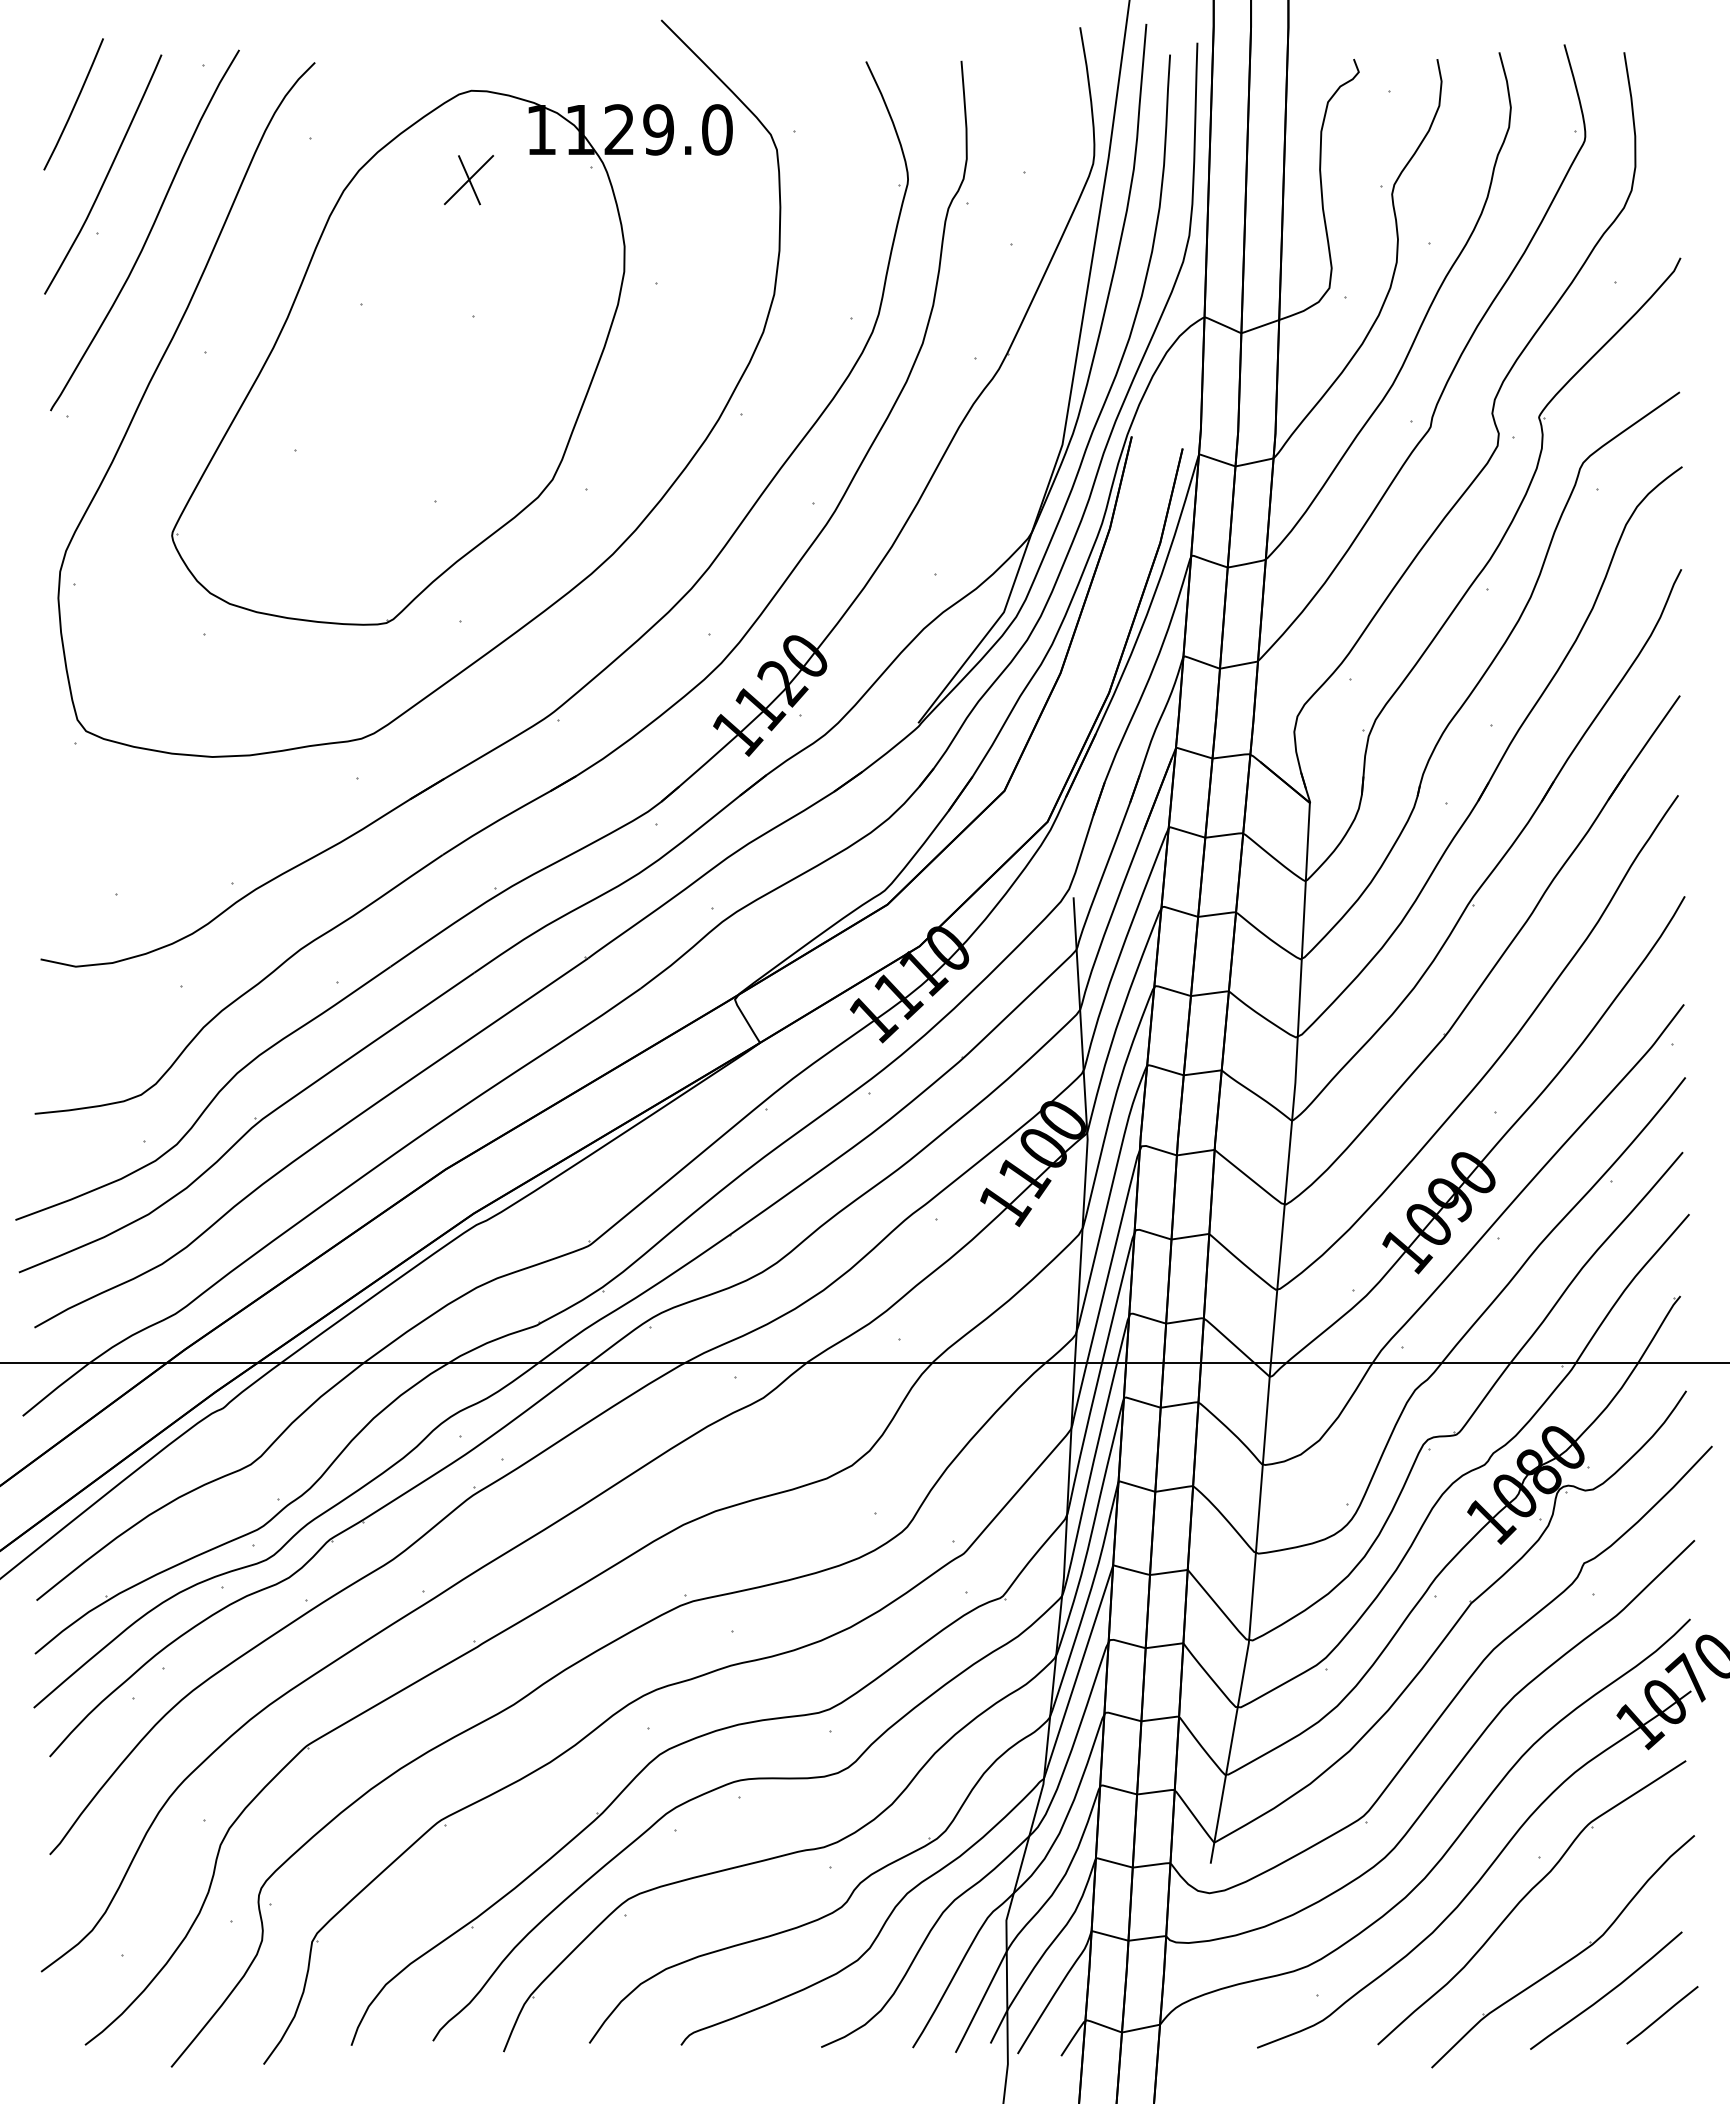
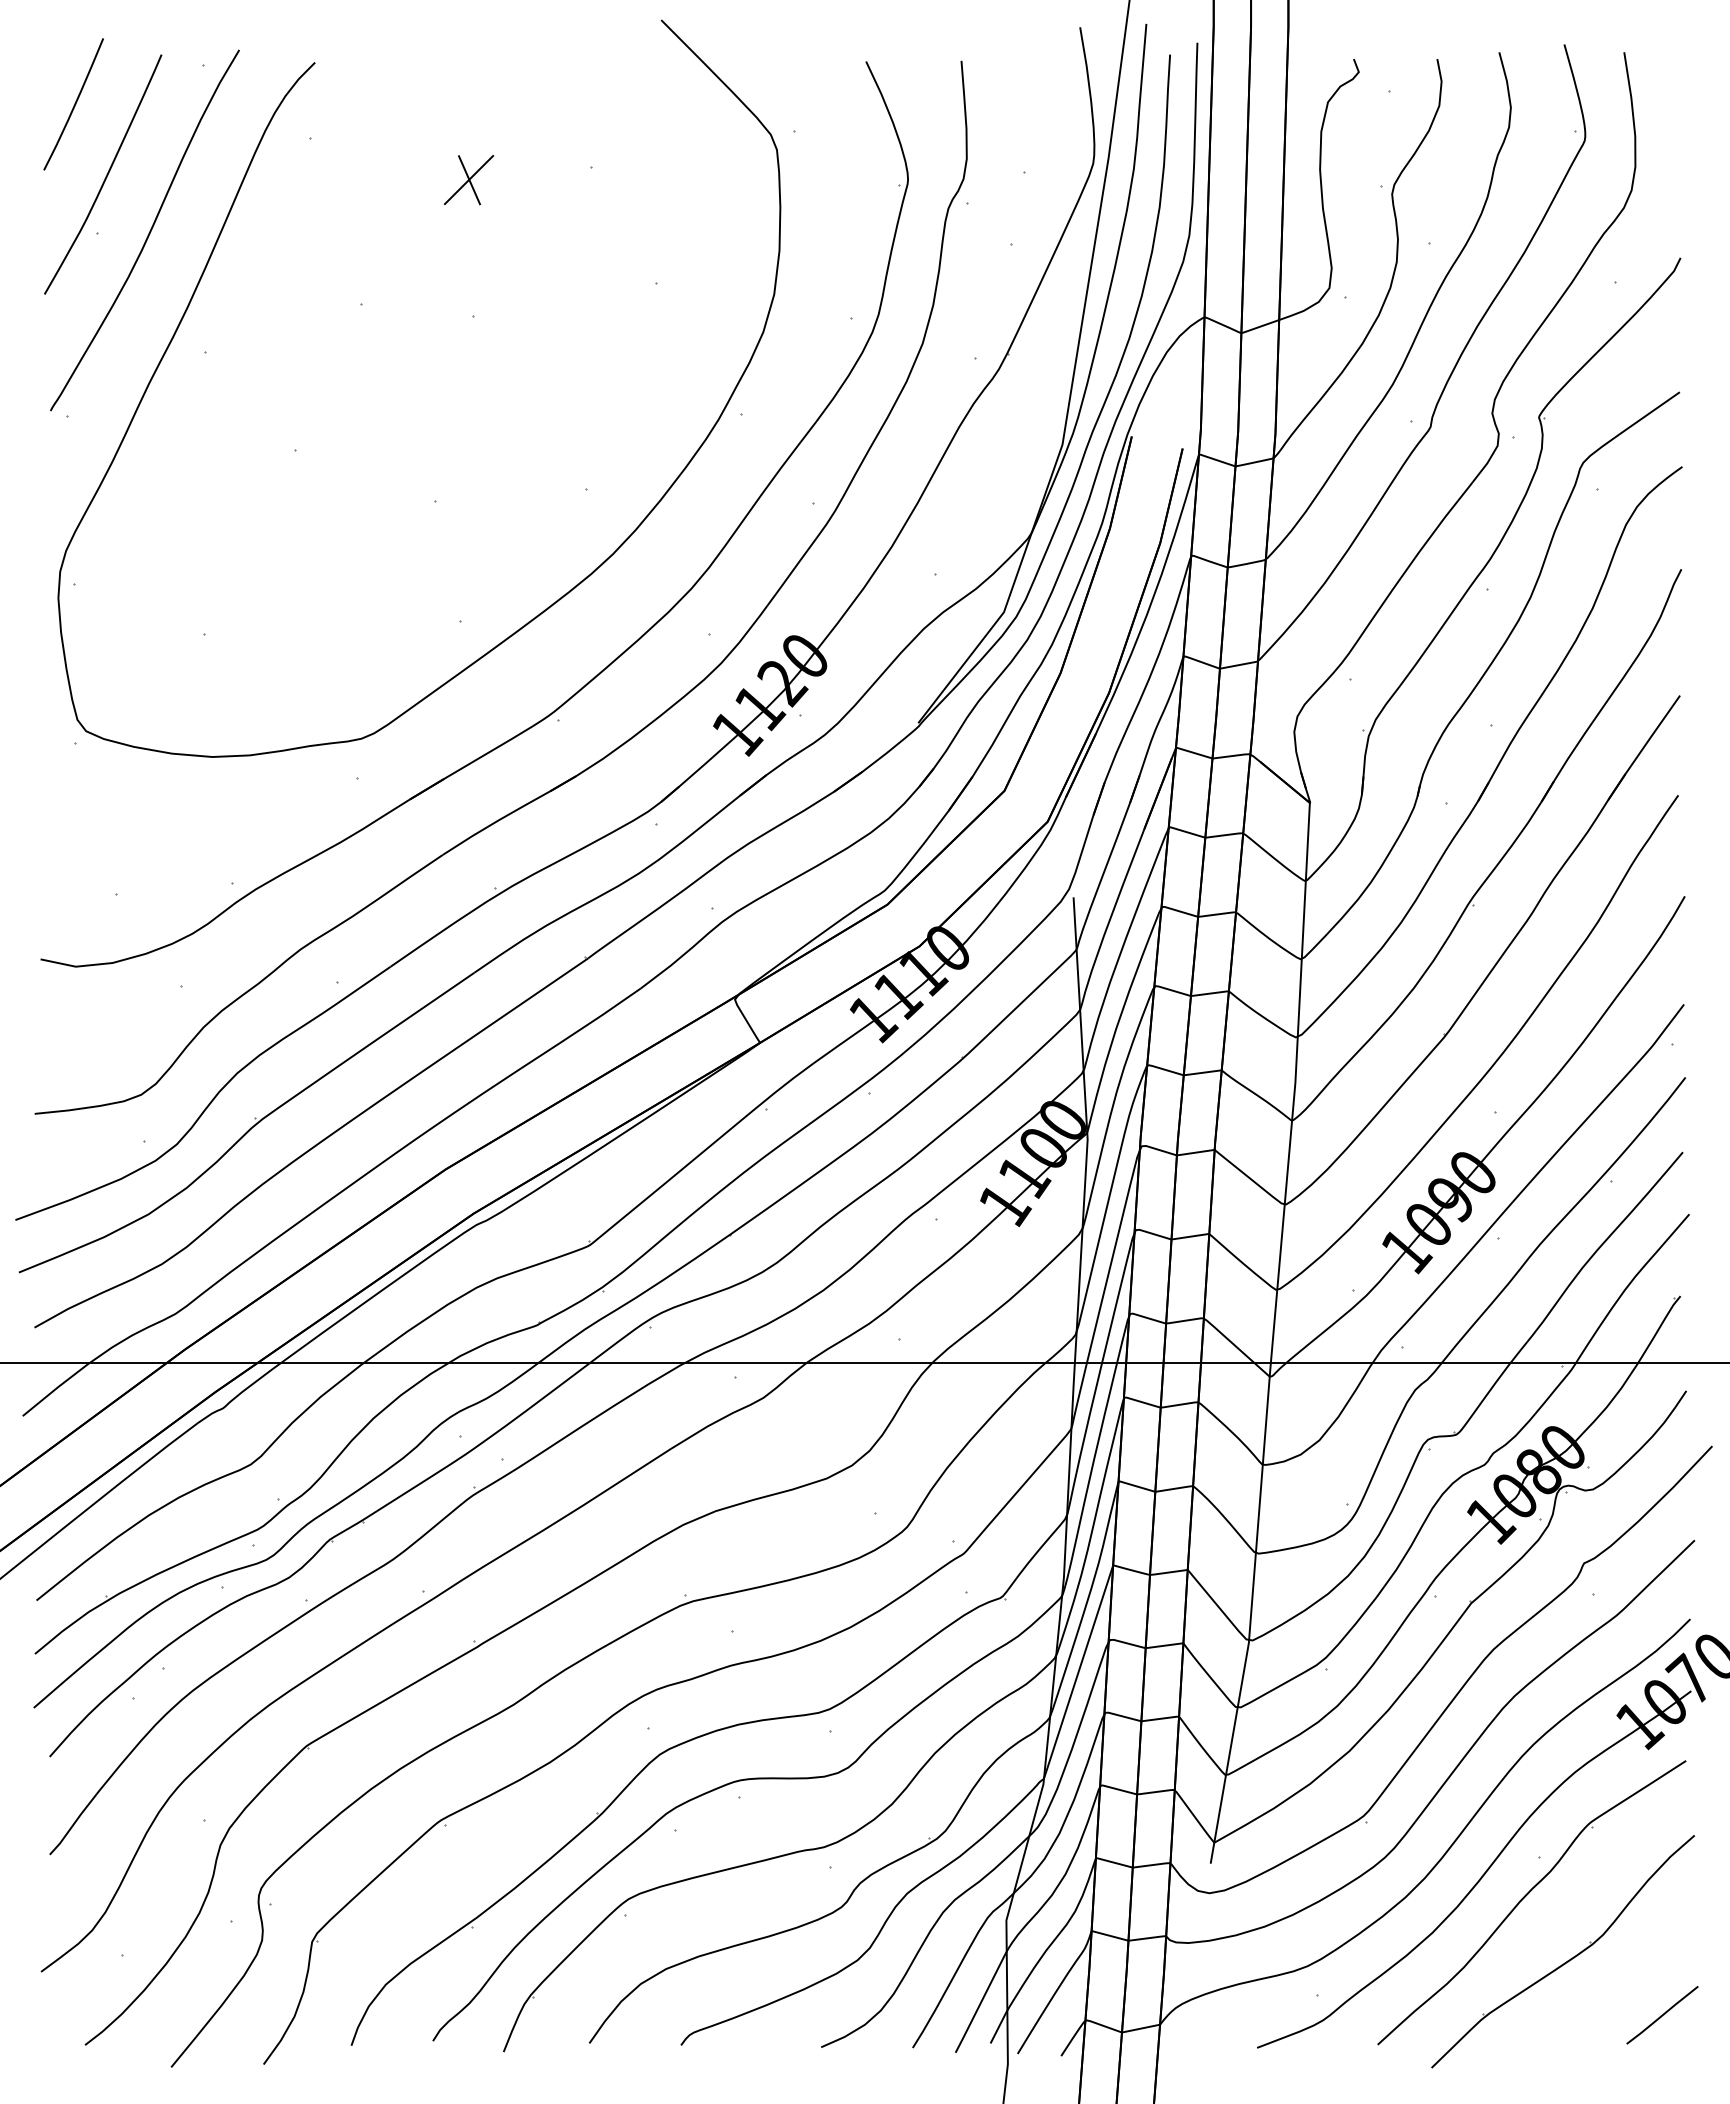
part at (451, 357): present -> none
curve at (1608, 1991): present -> none
